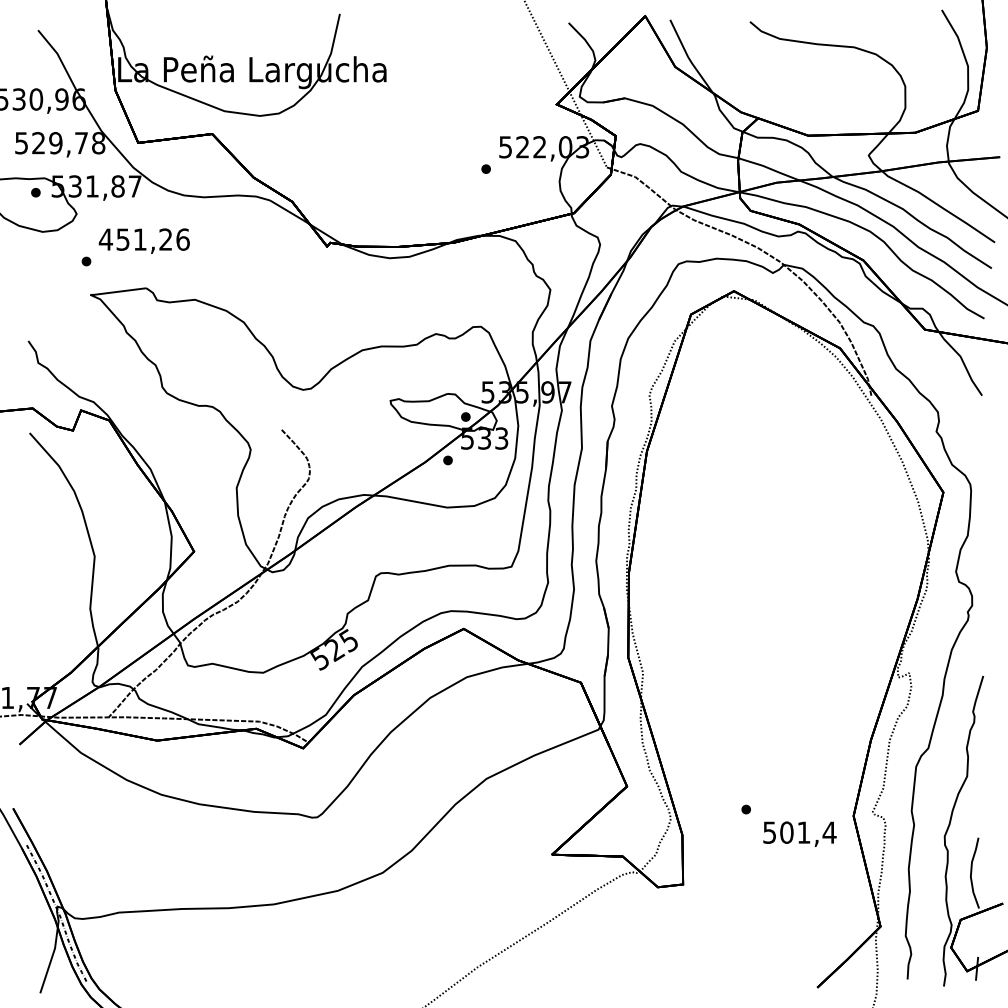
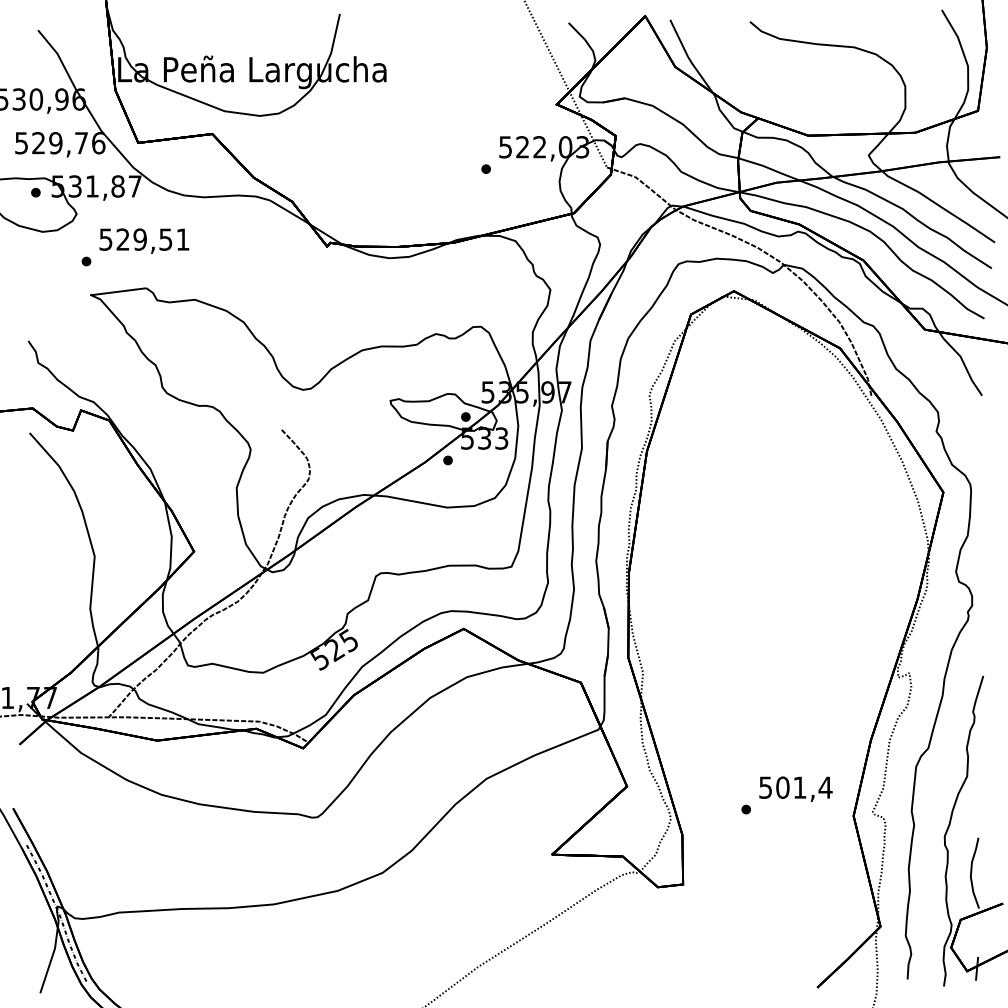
text at (98, 143): 529,78 -> 529,76
text at (143, 239): 451,26 -> 529,51
text at (799, 833) position: (799, 833) -> (795, 788)
